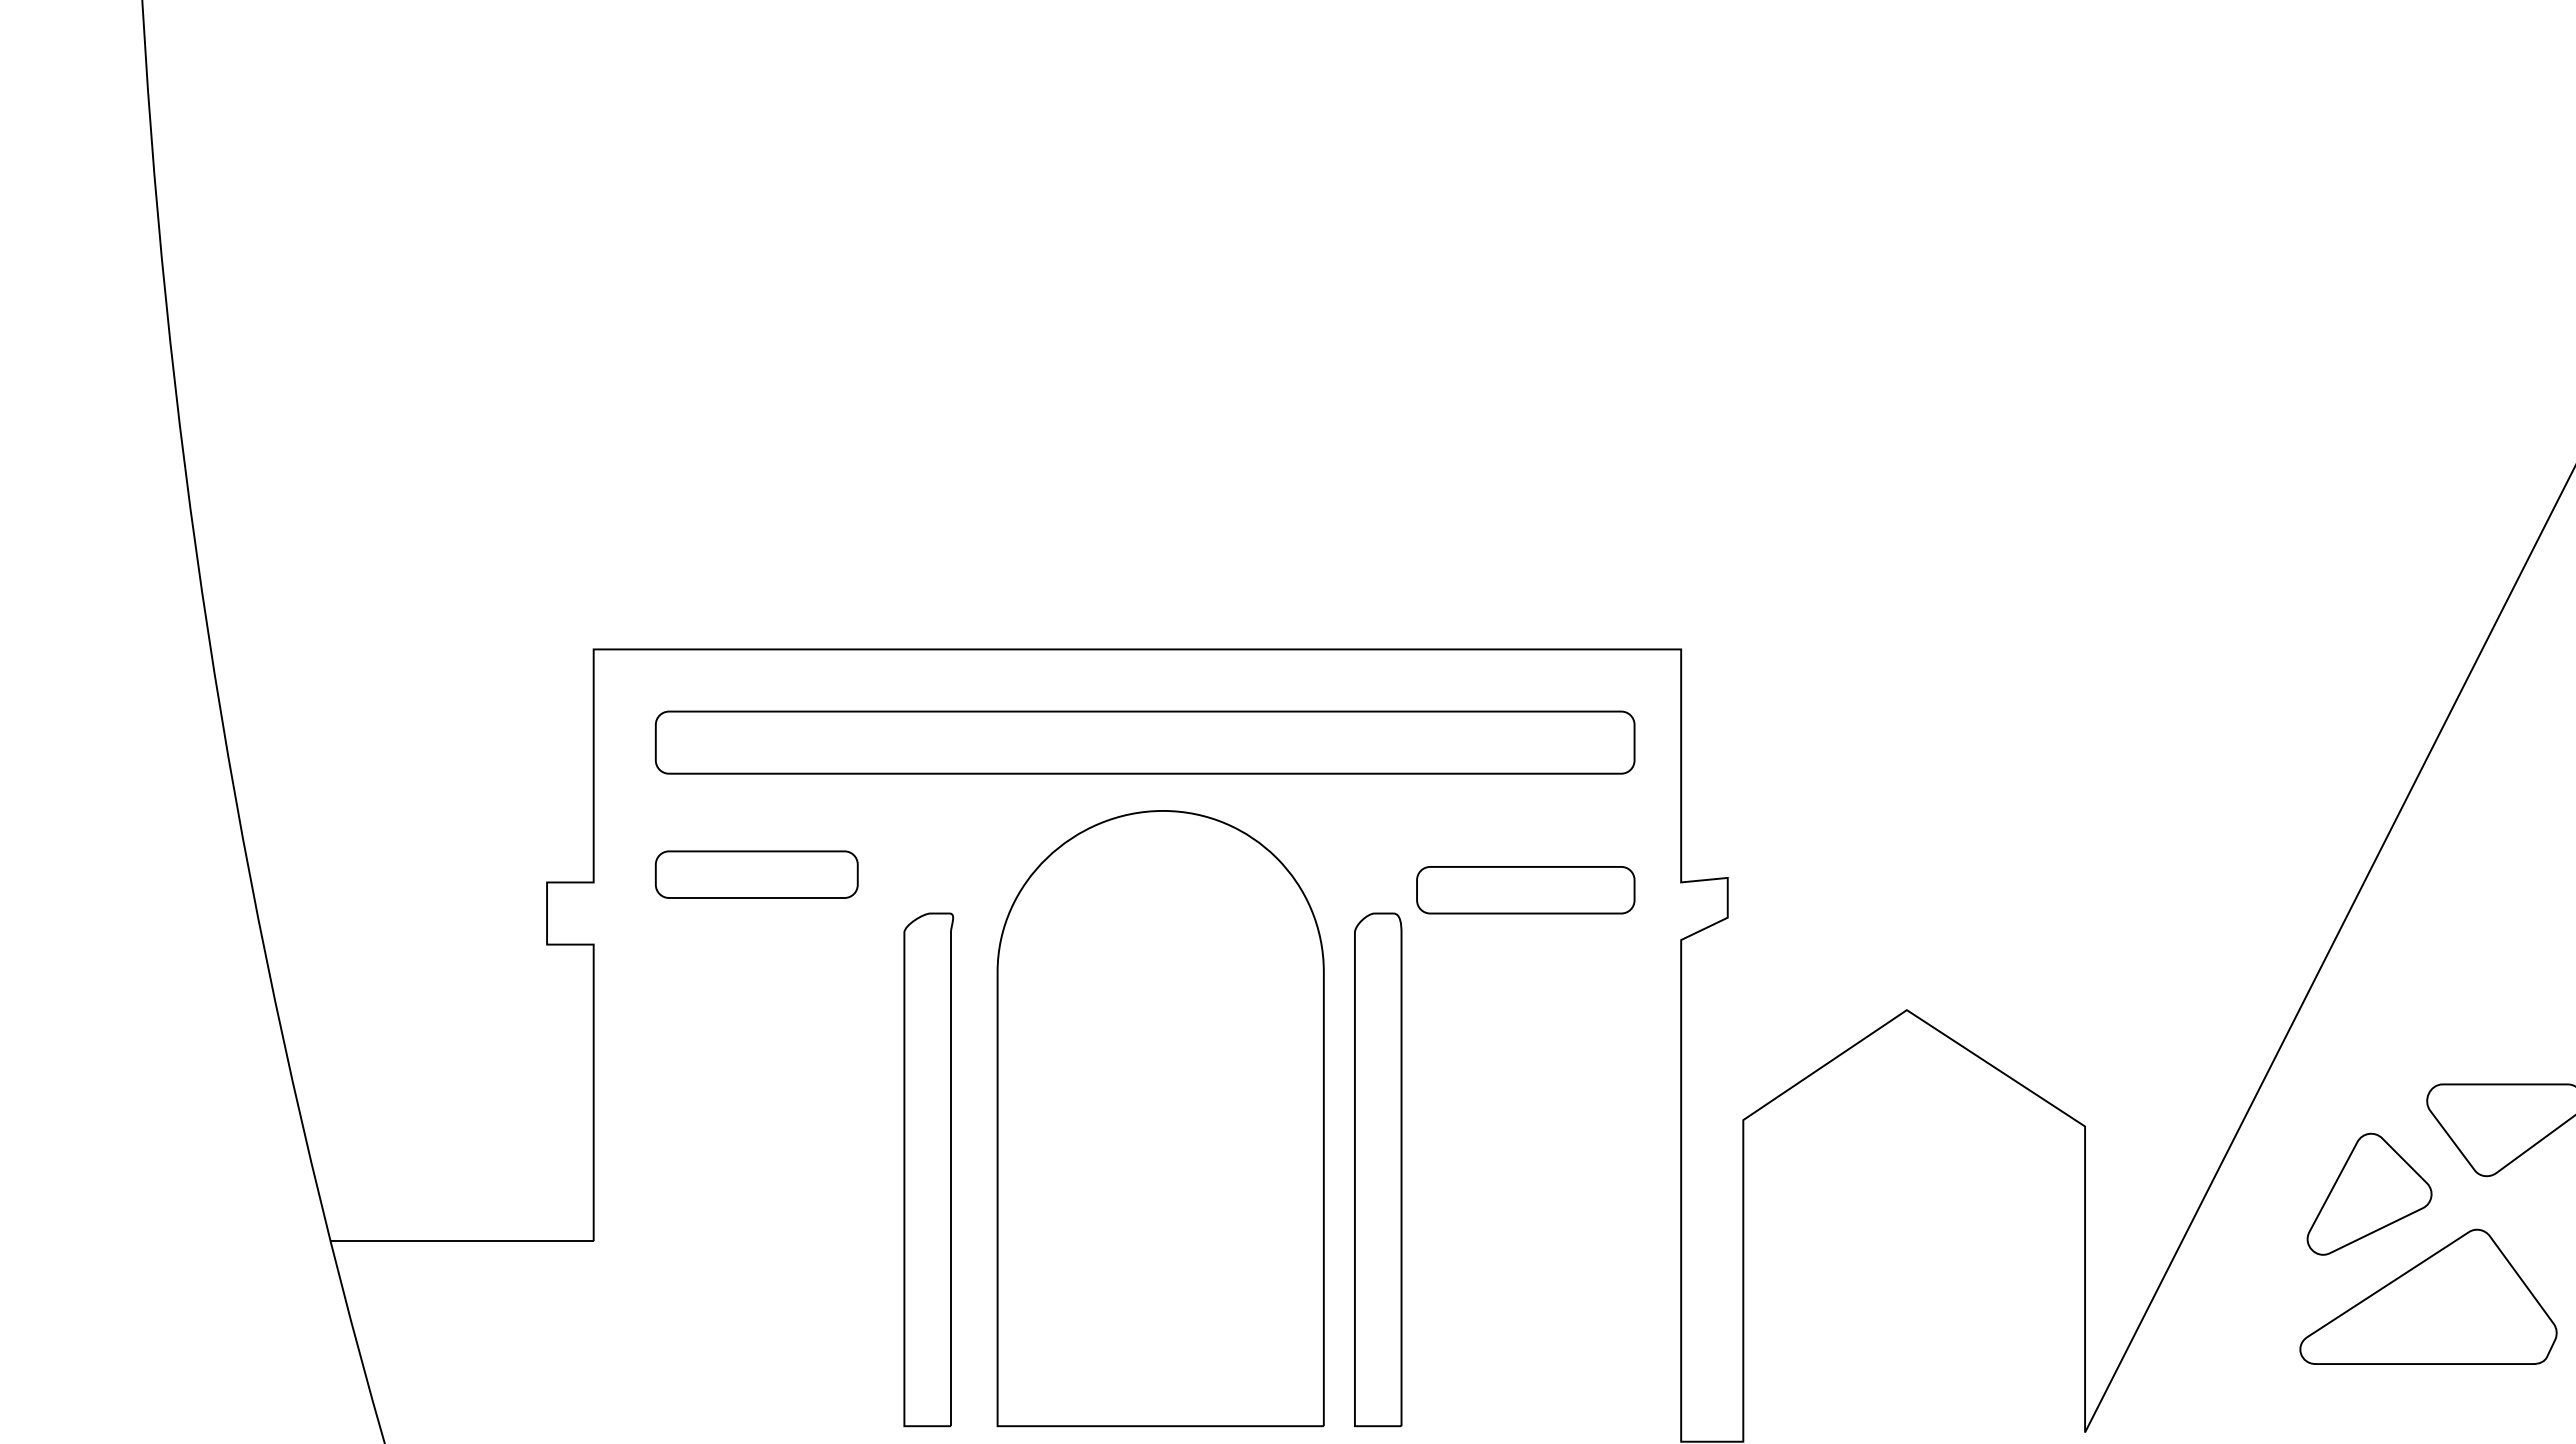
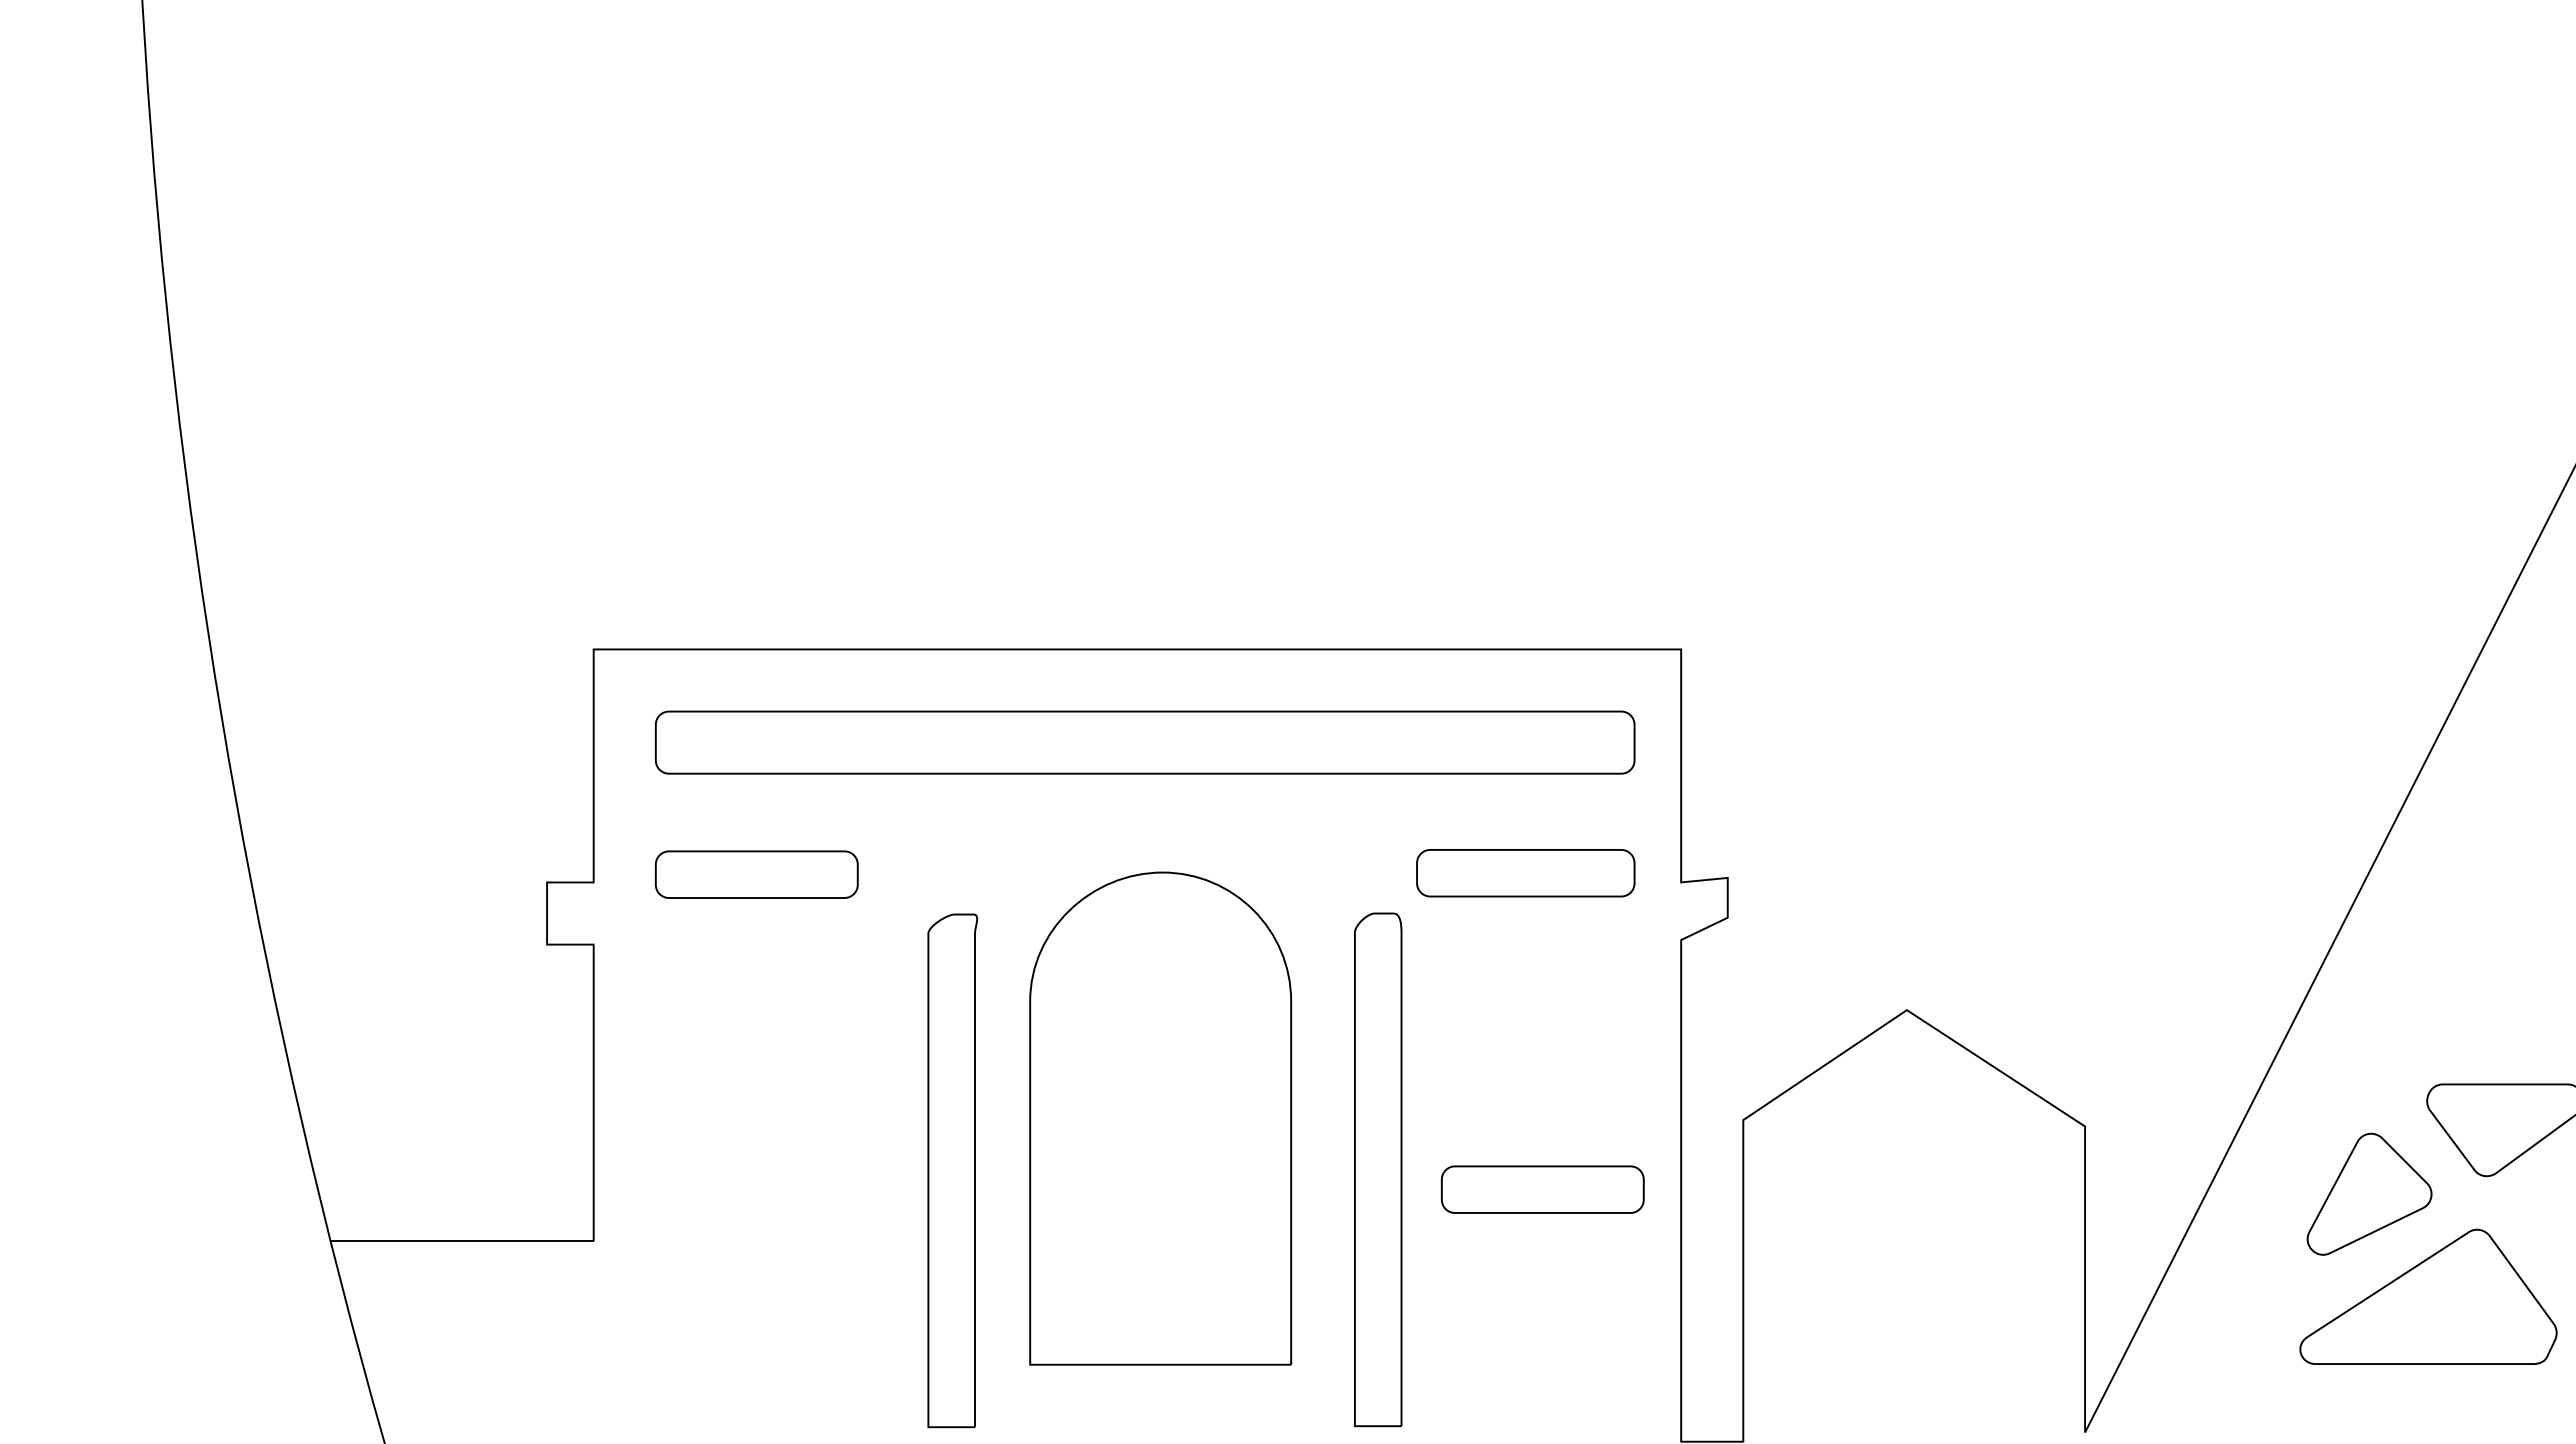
part at (1525, 890) position: (1525, 890) -> (1525, 873)
part at (1160, 1118) size: 329x618 px -> 264x495 px
part at (928, 1169) position: (928, 1169) -> (952, 1170)
part at (1542, 1189): none -> present
